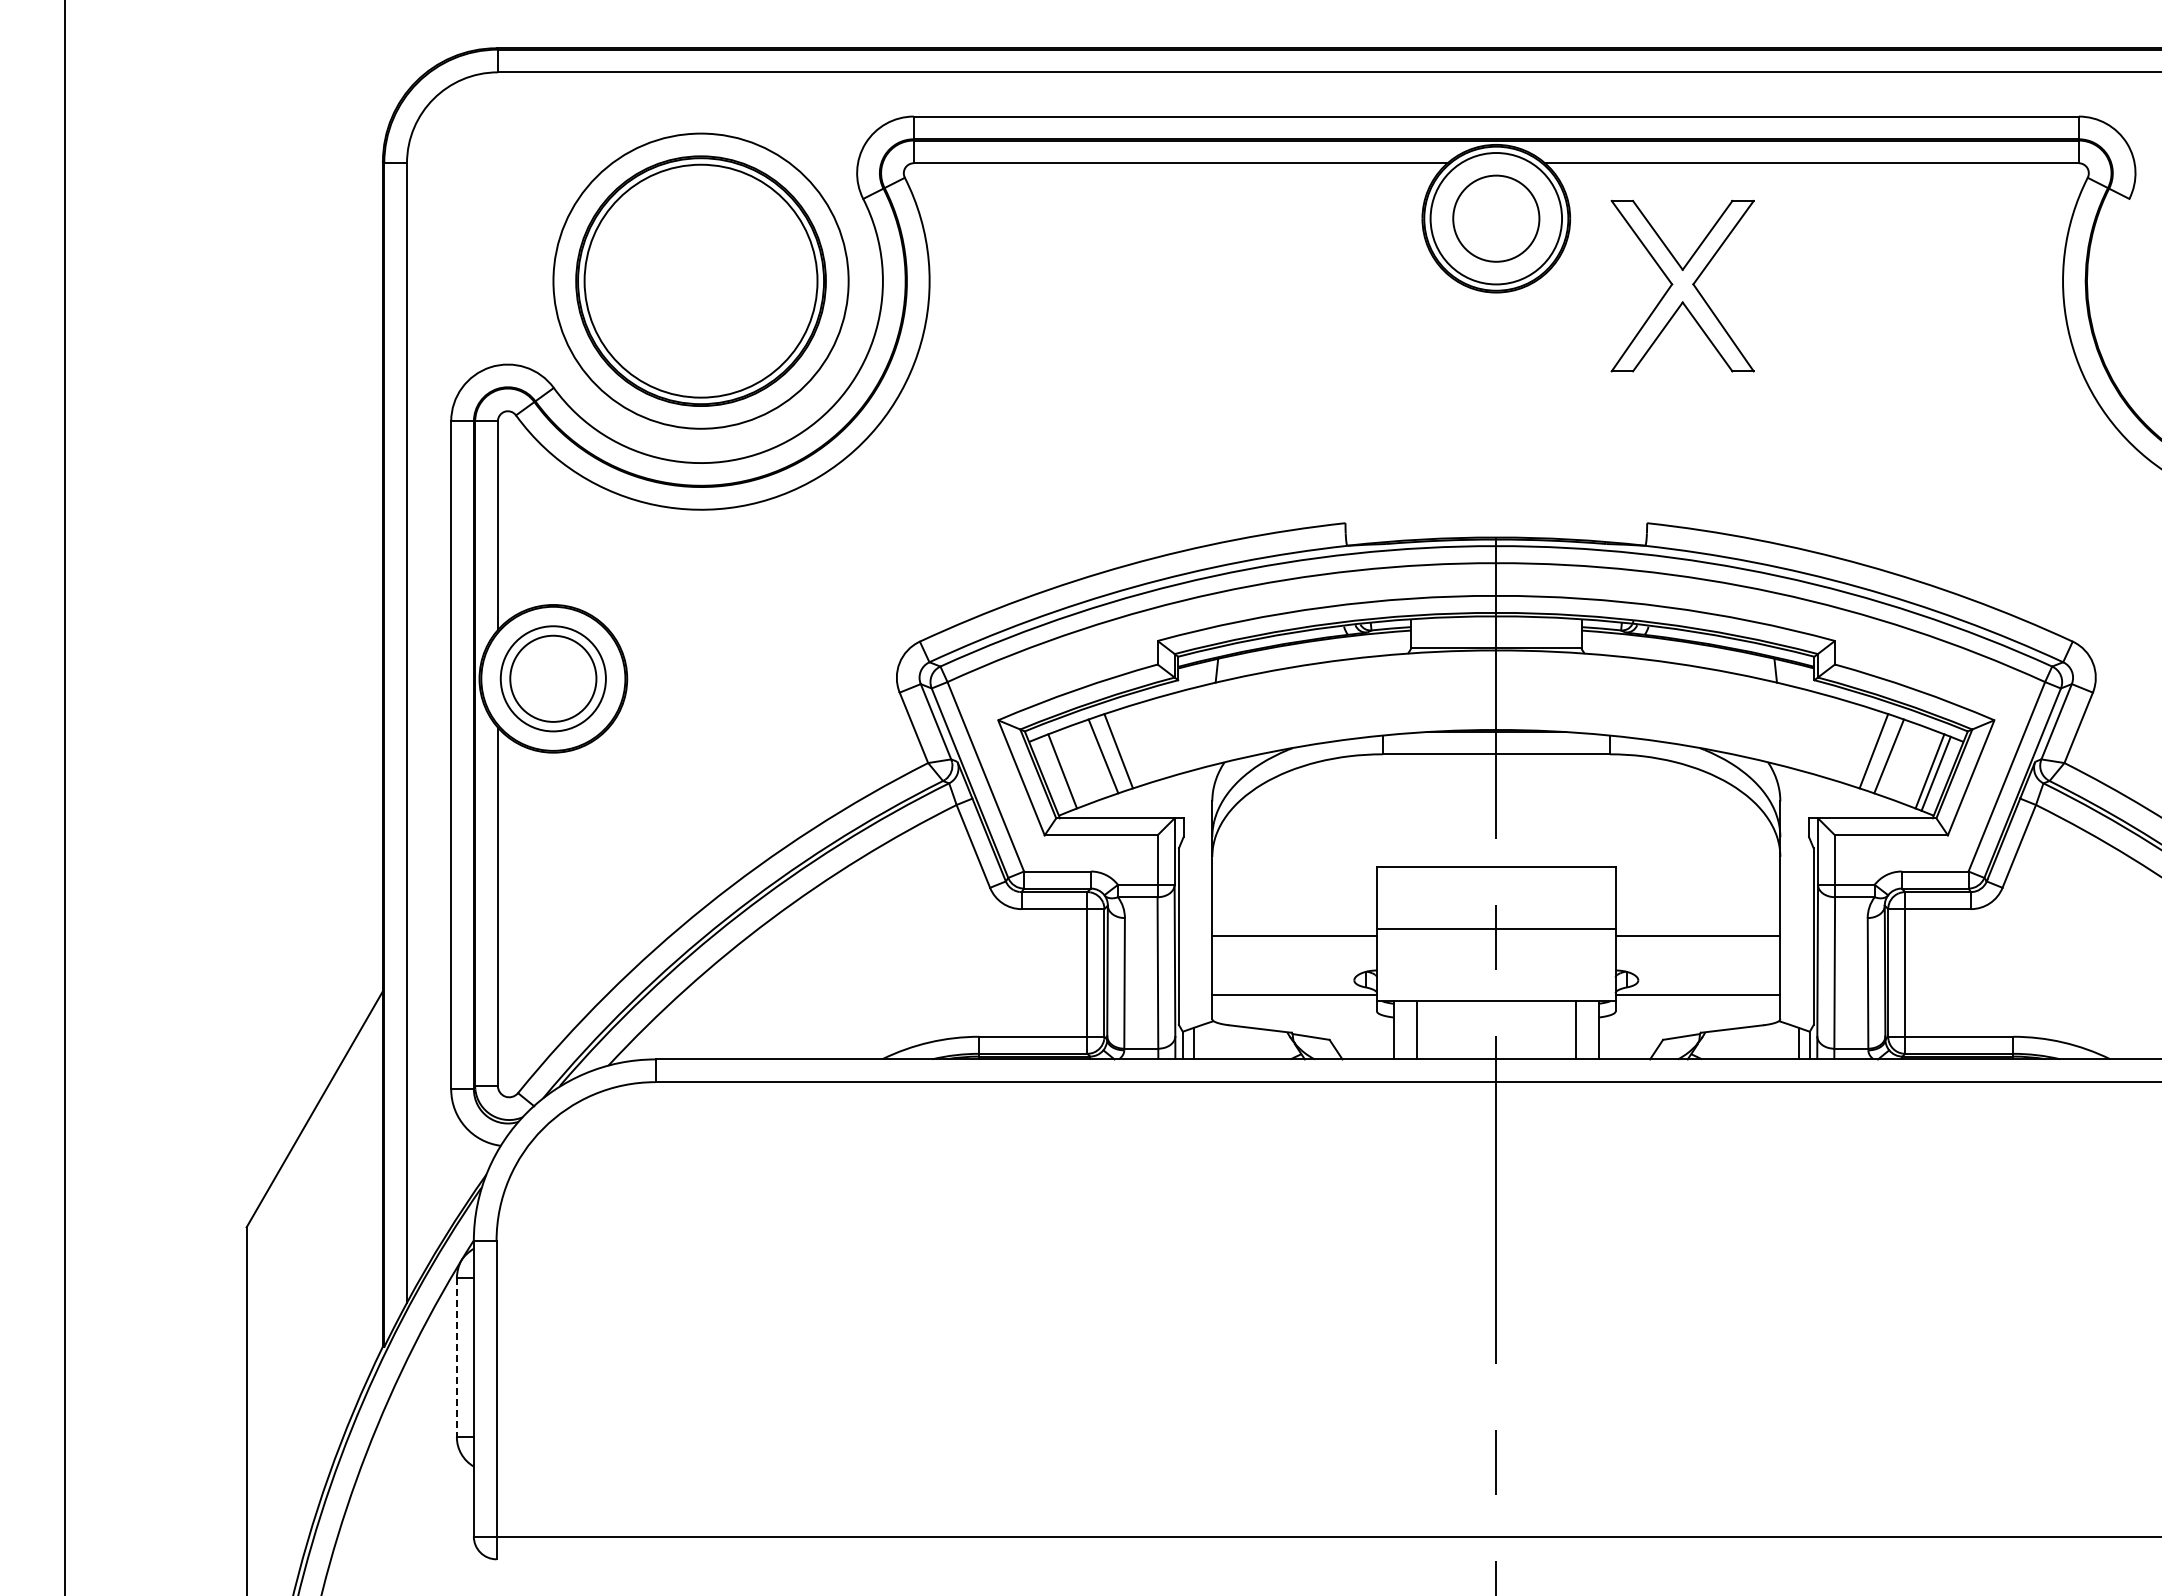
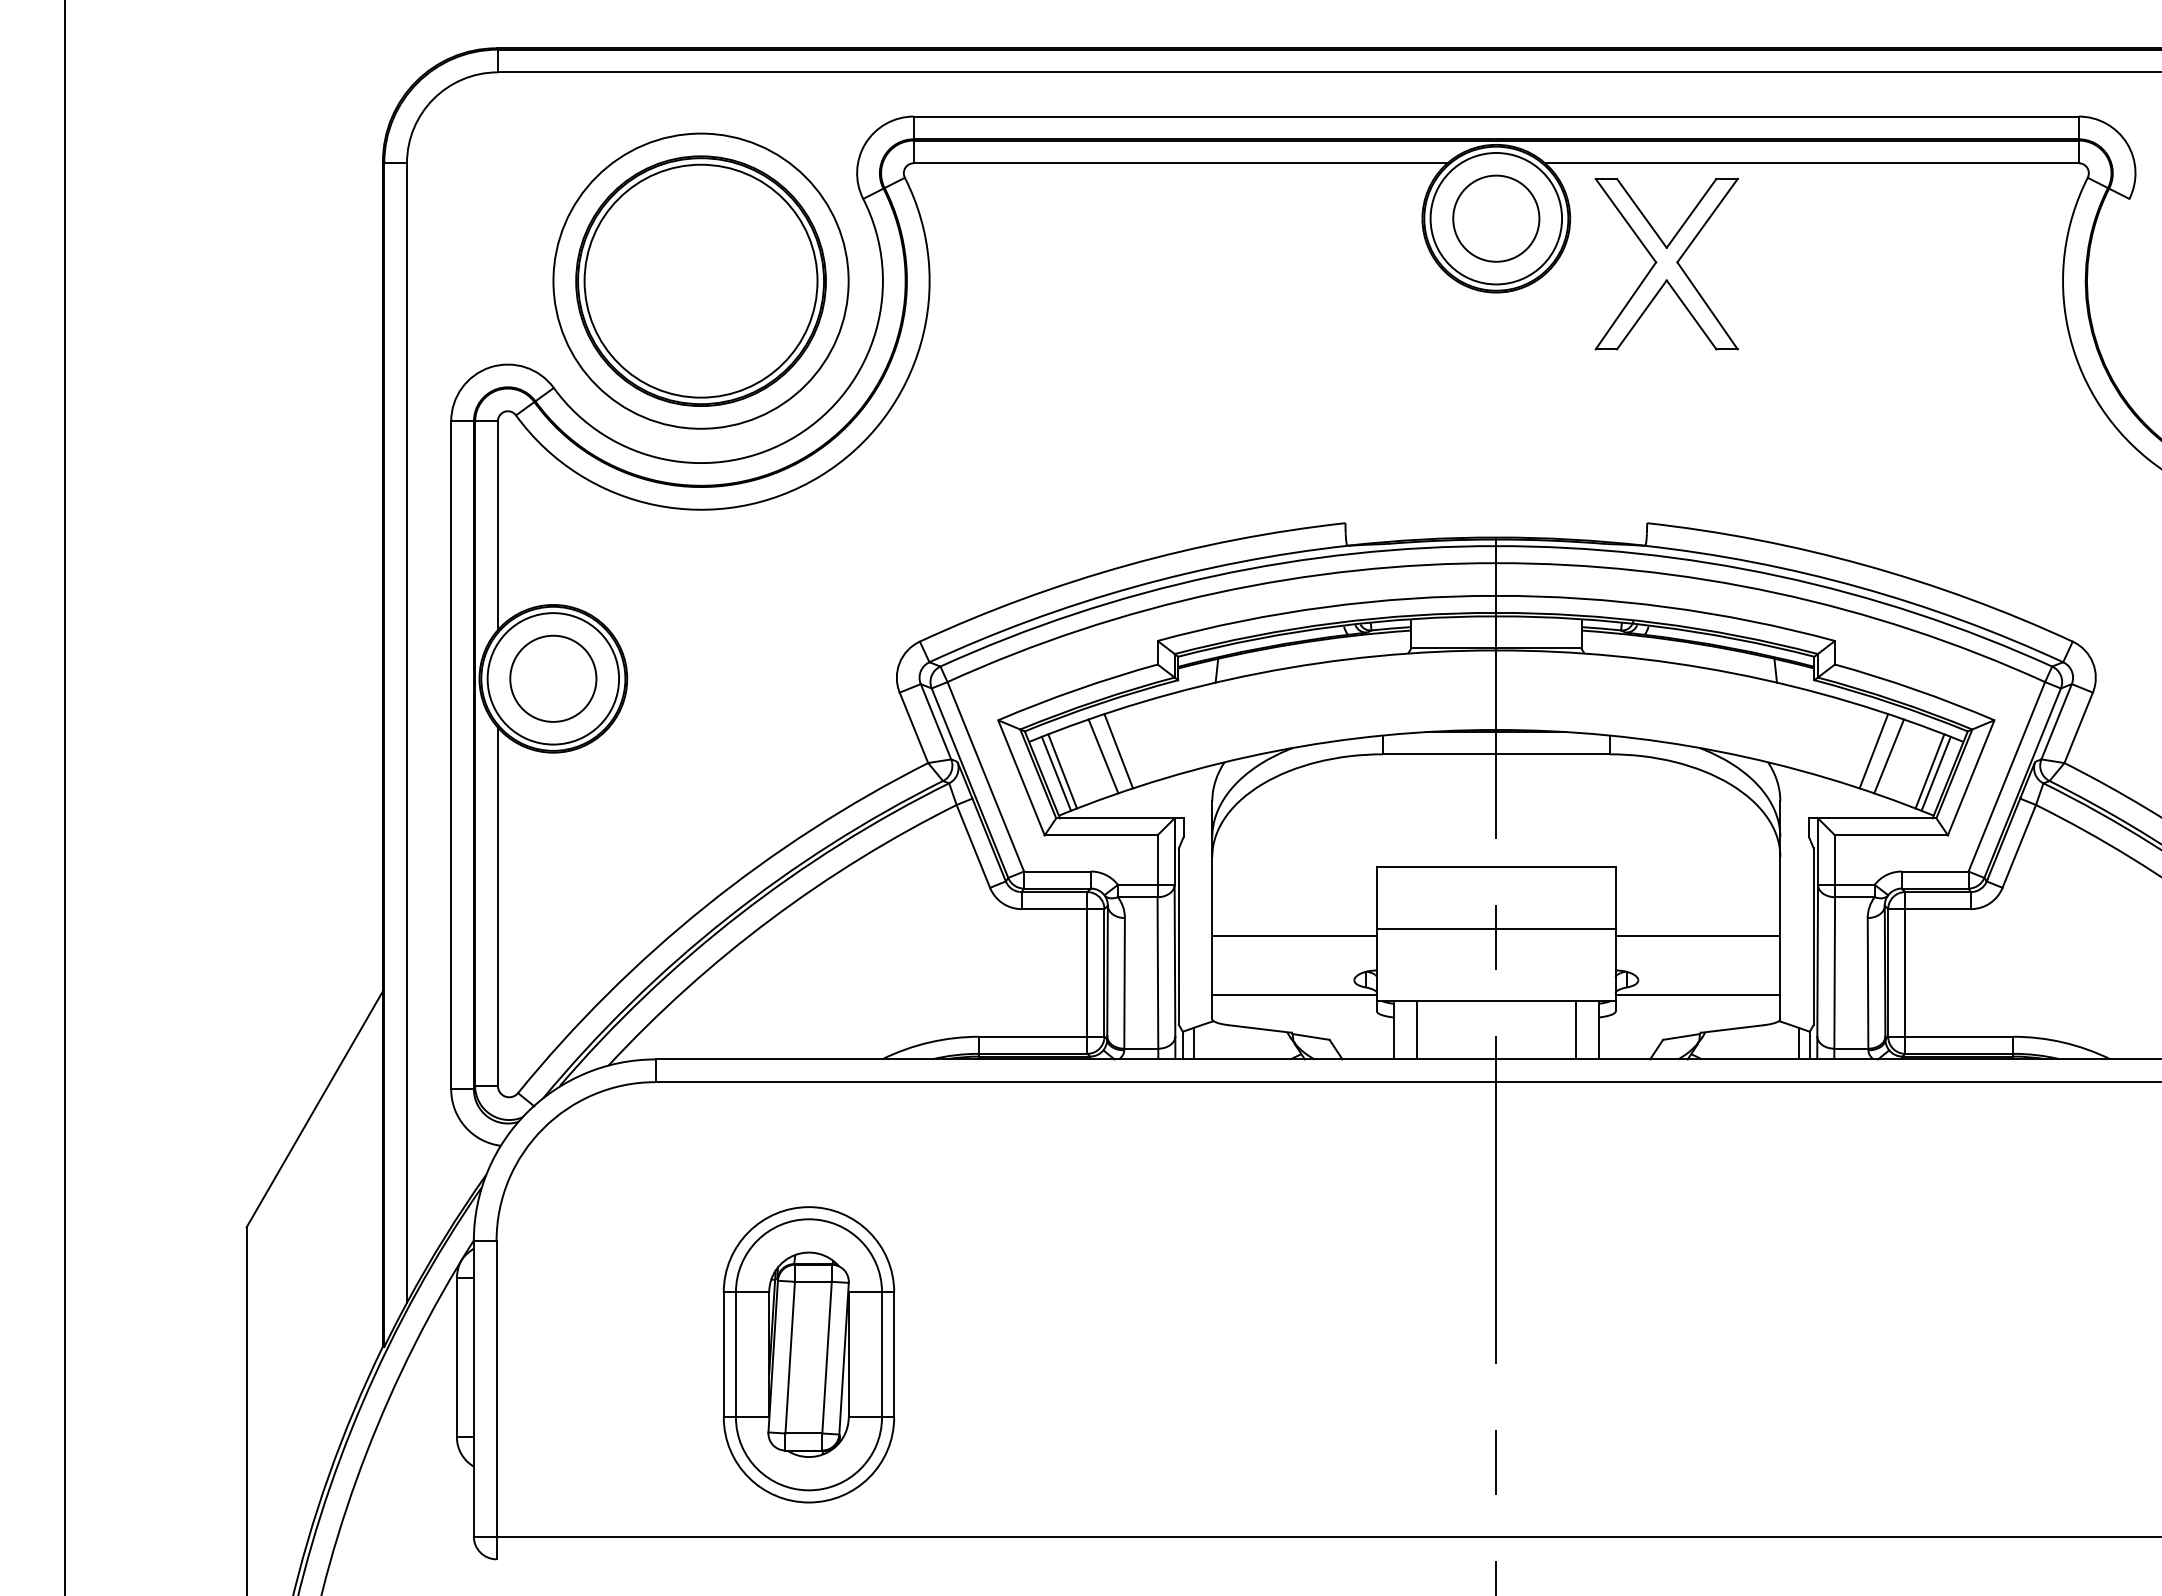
part at (1682, 285) position: (1682, 285) -> (1666, 263)
circle at (552, 678) diameter: 105 px -> 131 px
line at (1056, 773): none -> present
part at (808, 1354): none -> present
line at (456, 1358): dashed -> solid
